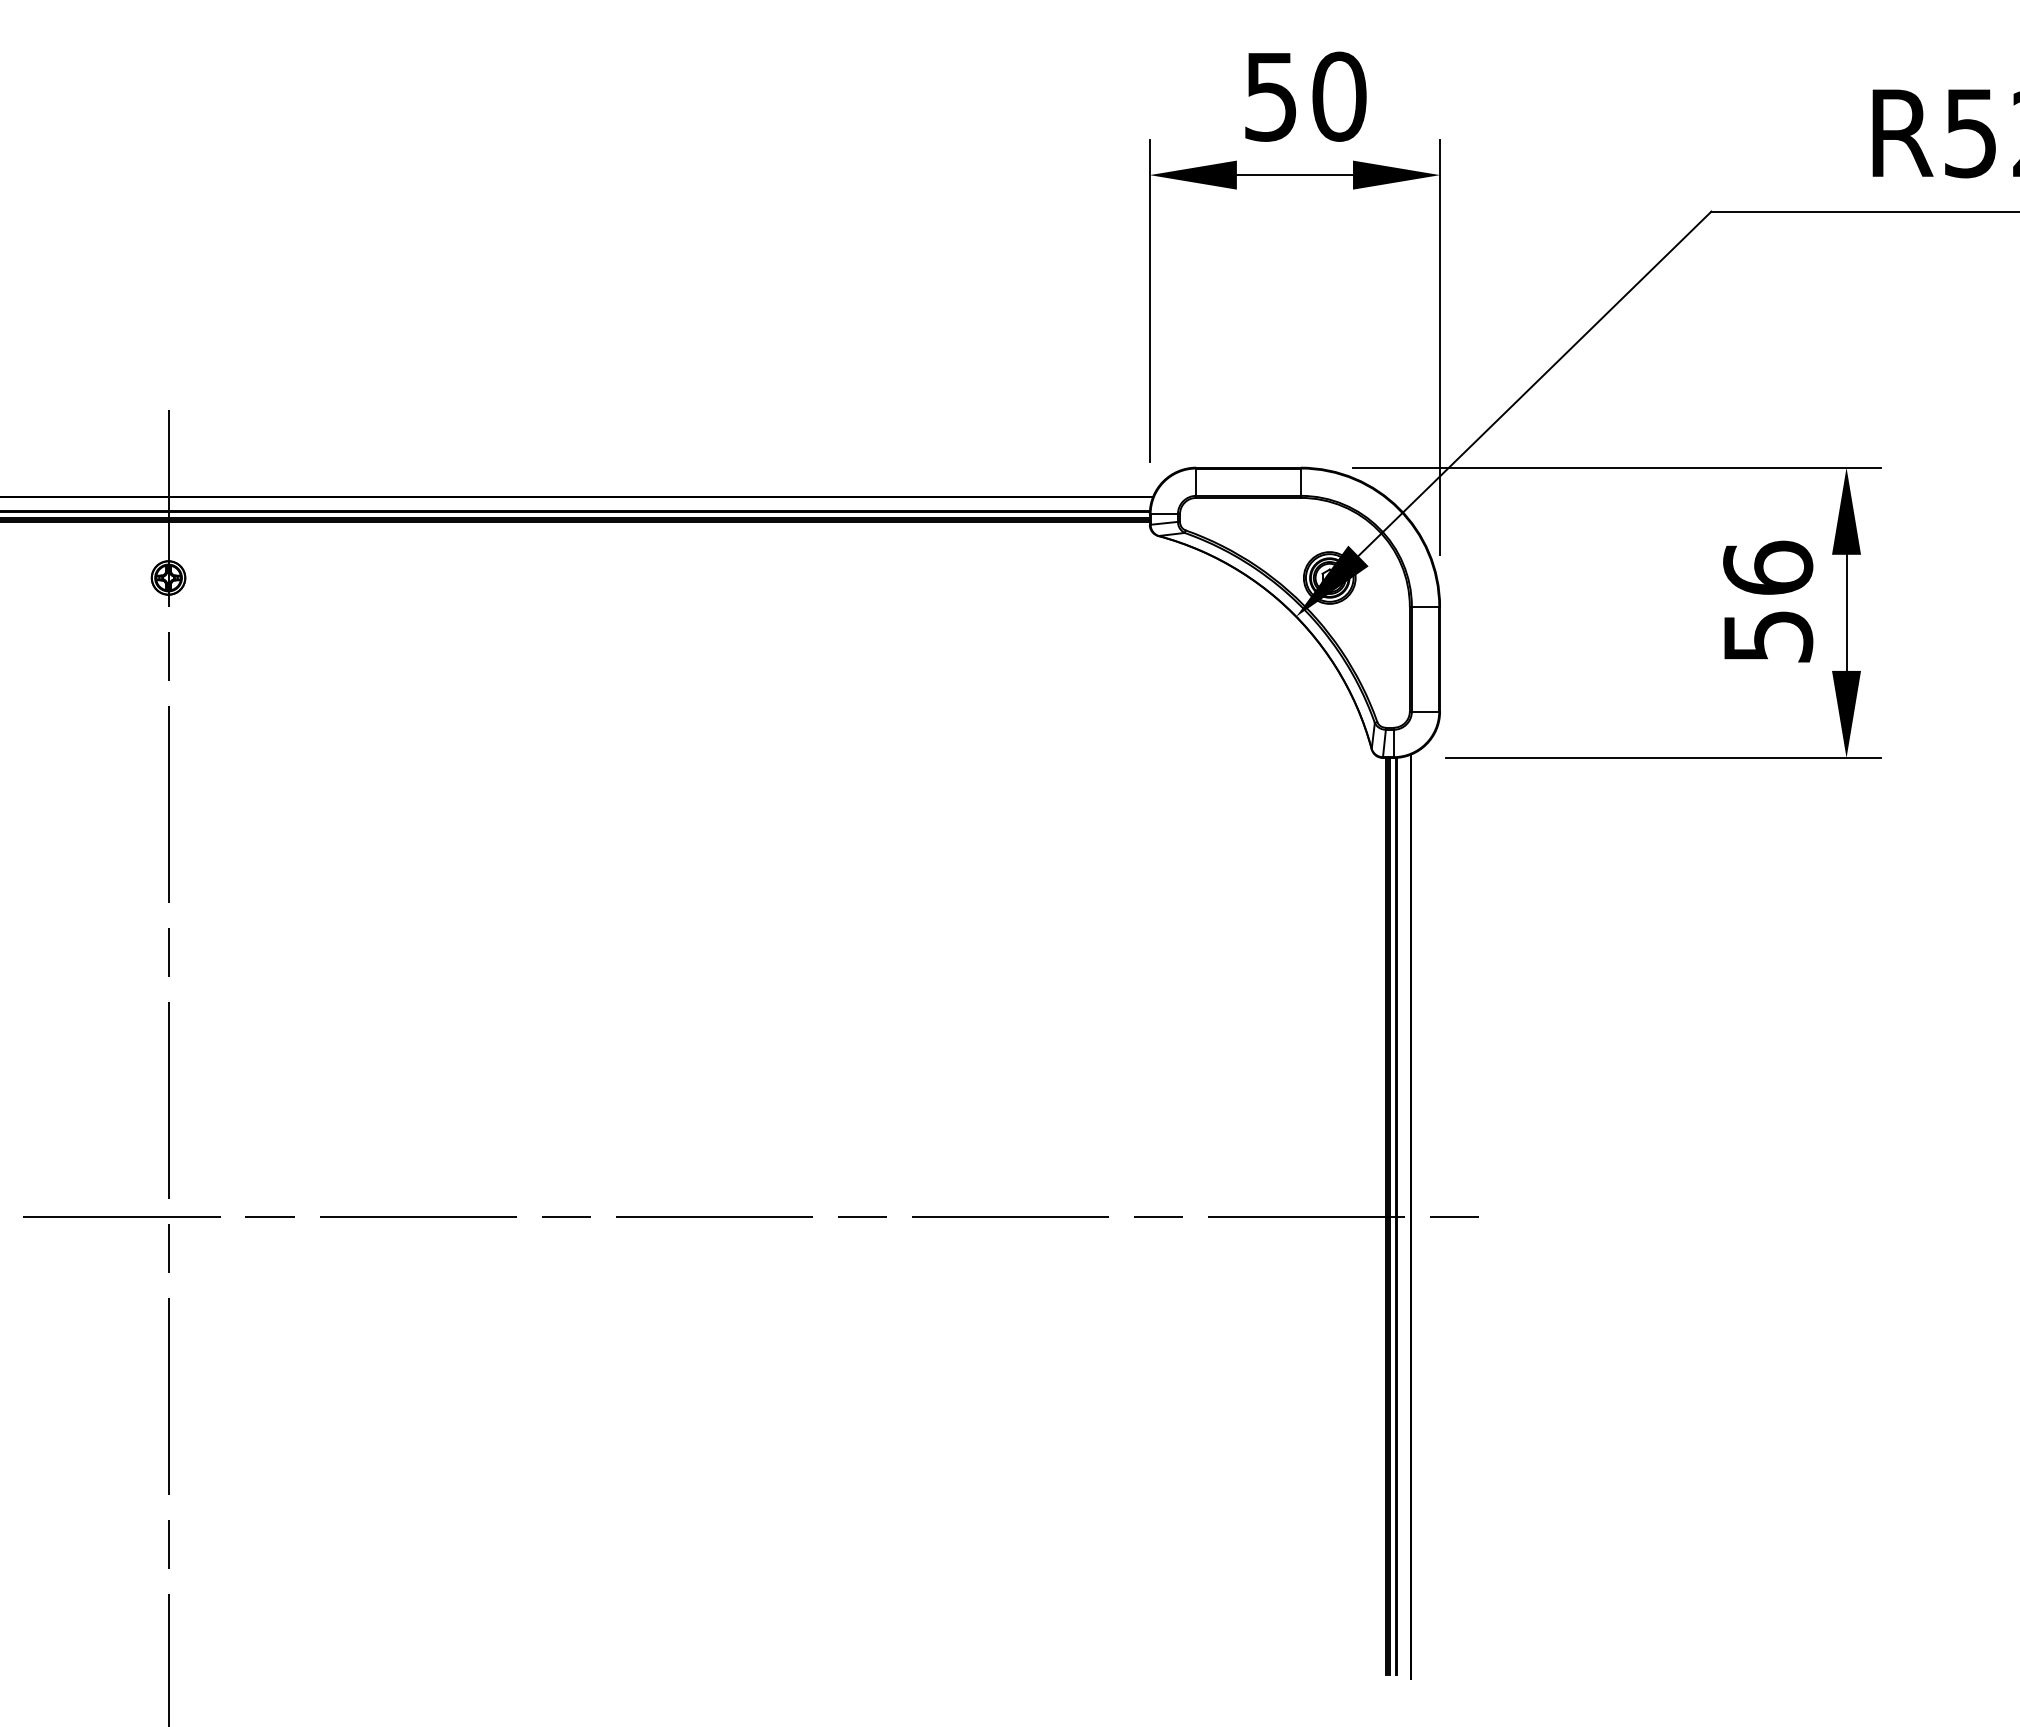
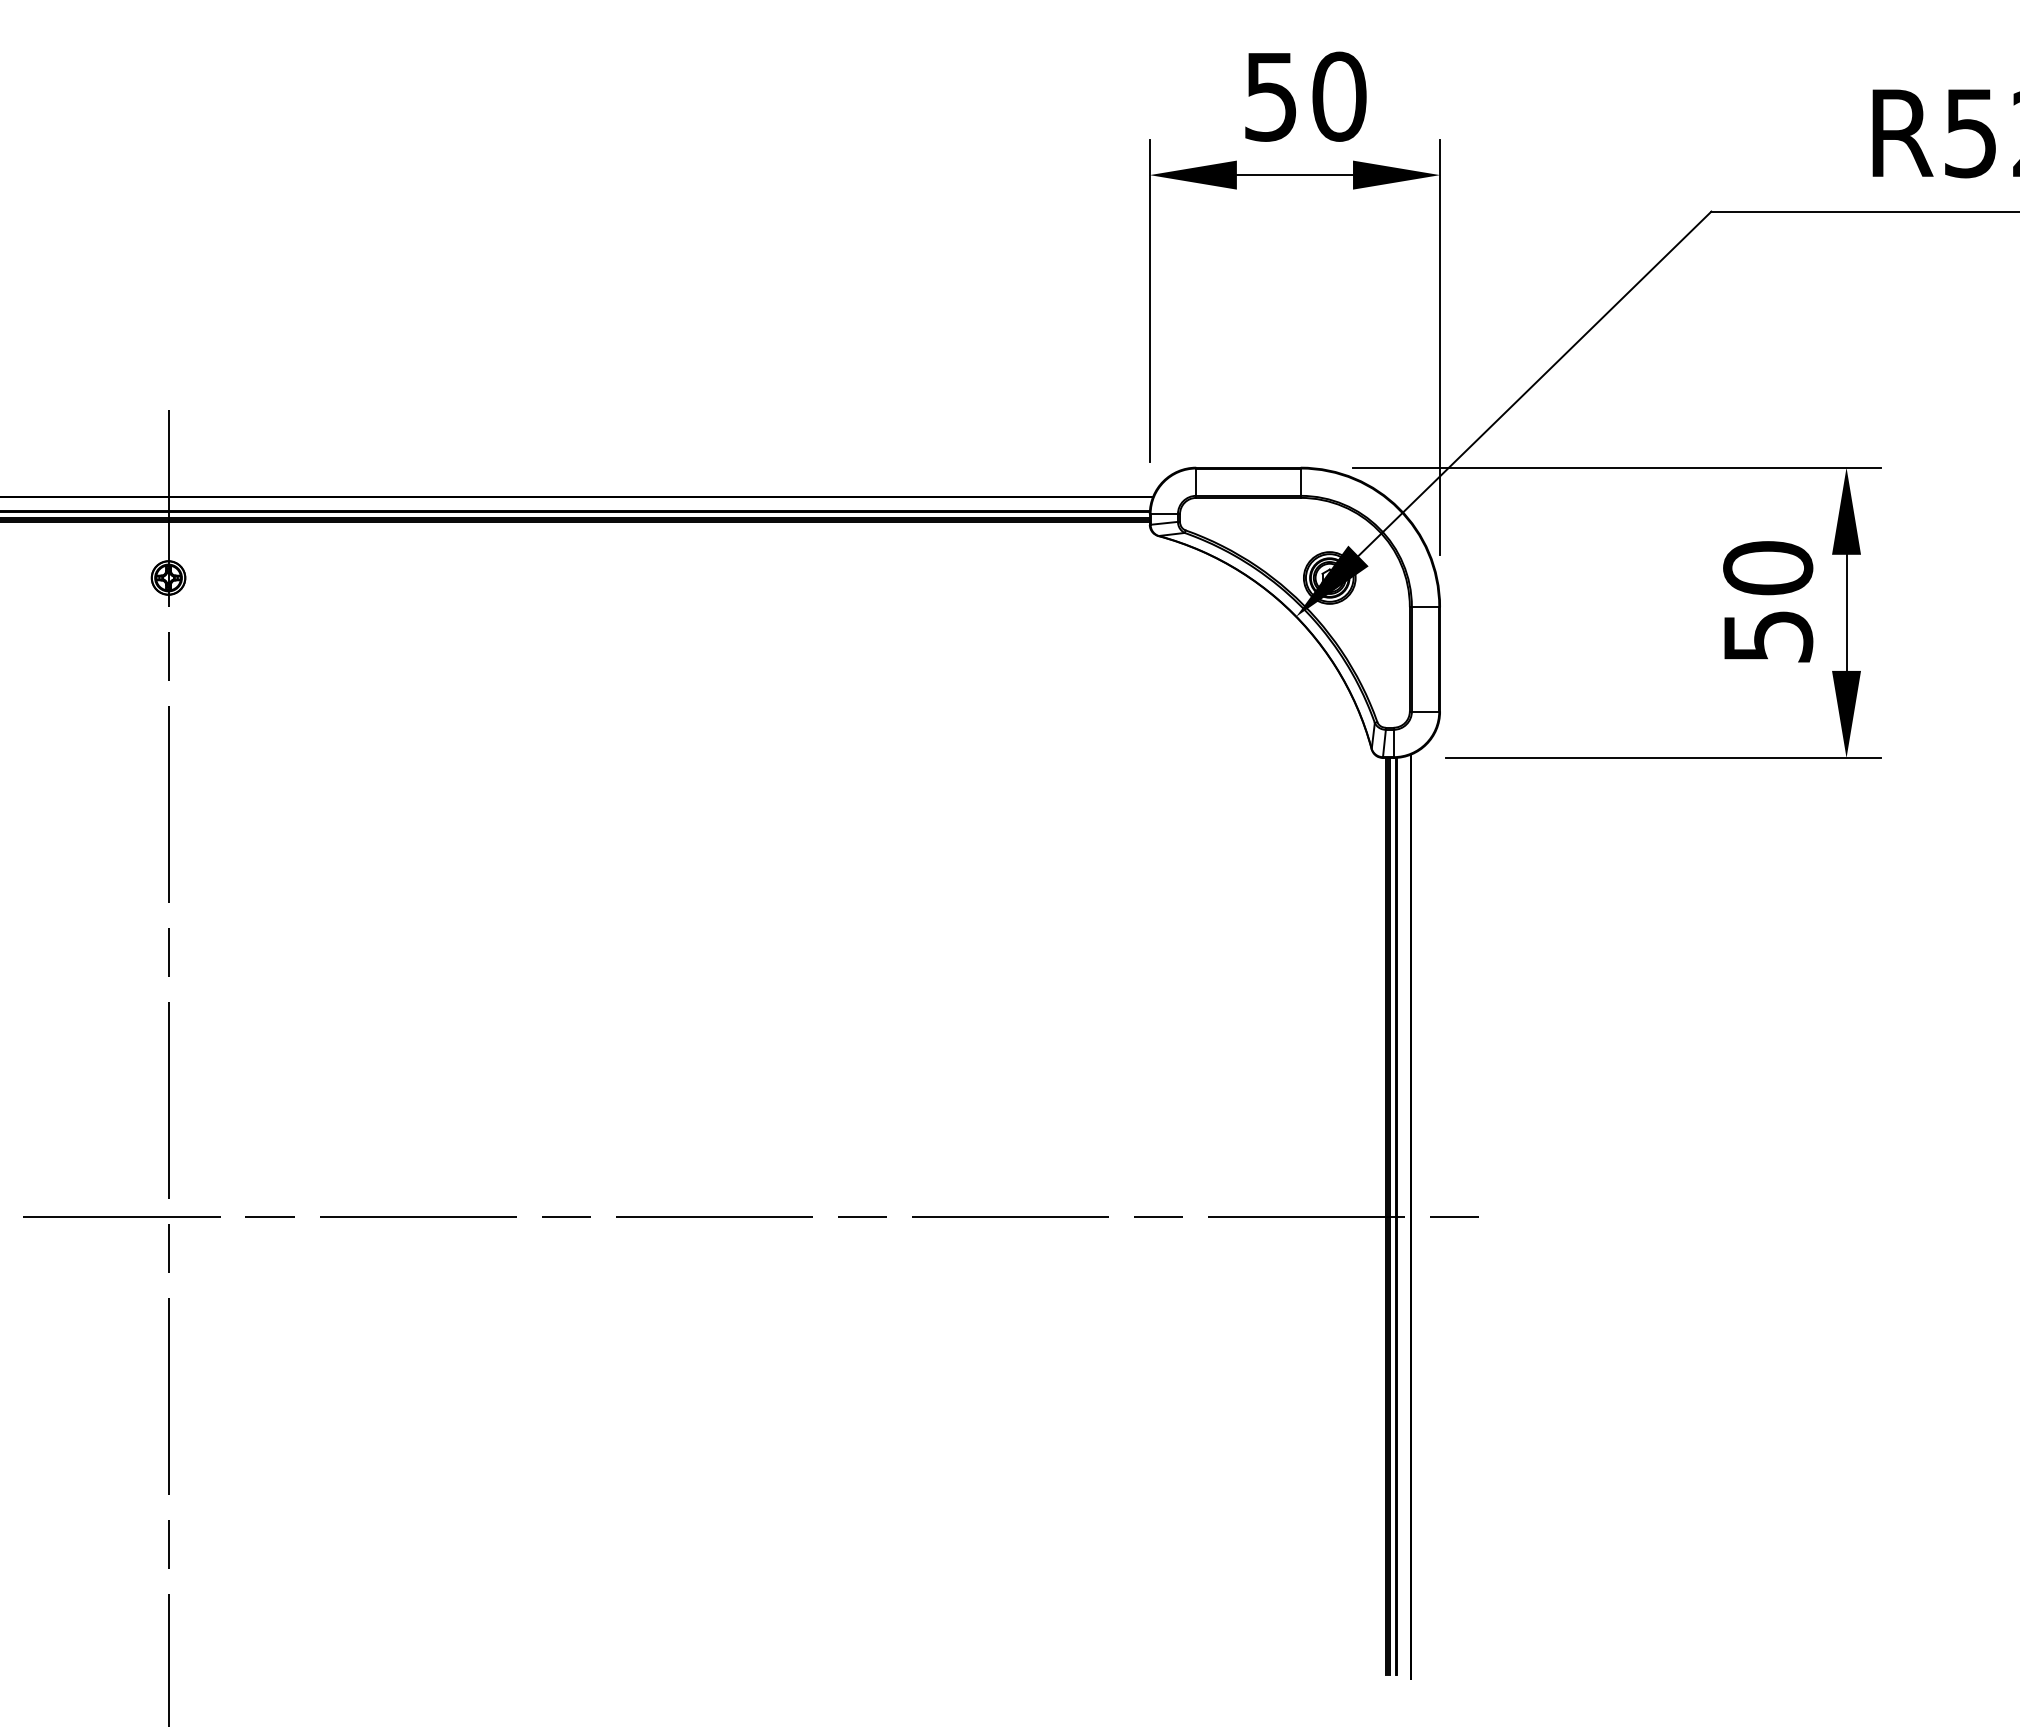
text at (1768, 567): 56 -> 50
